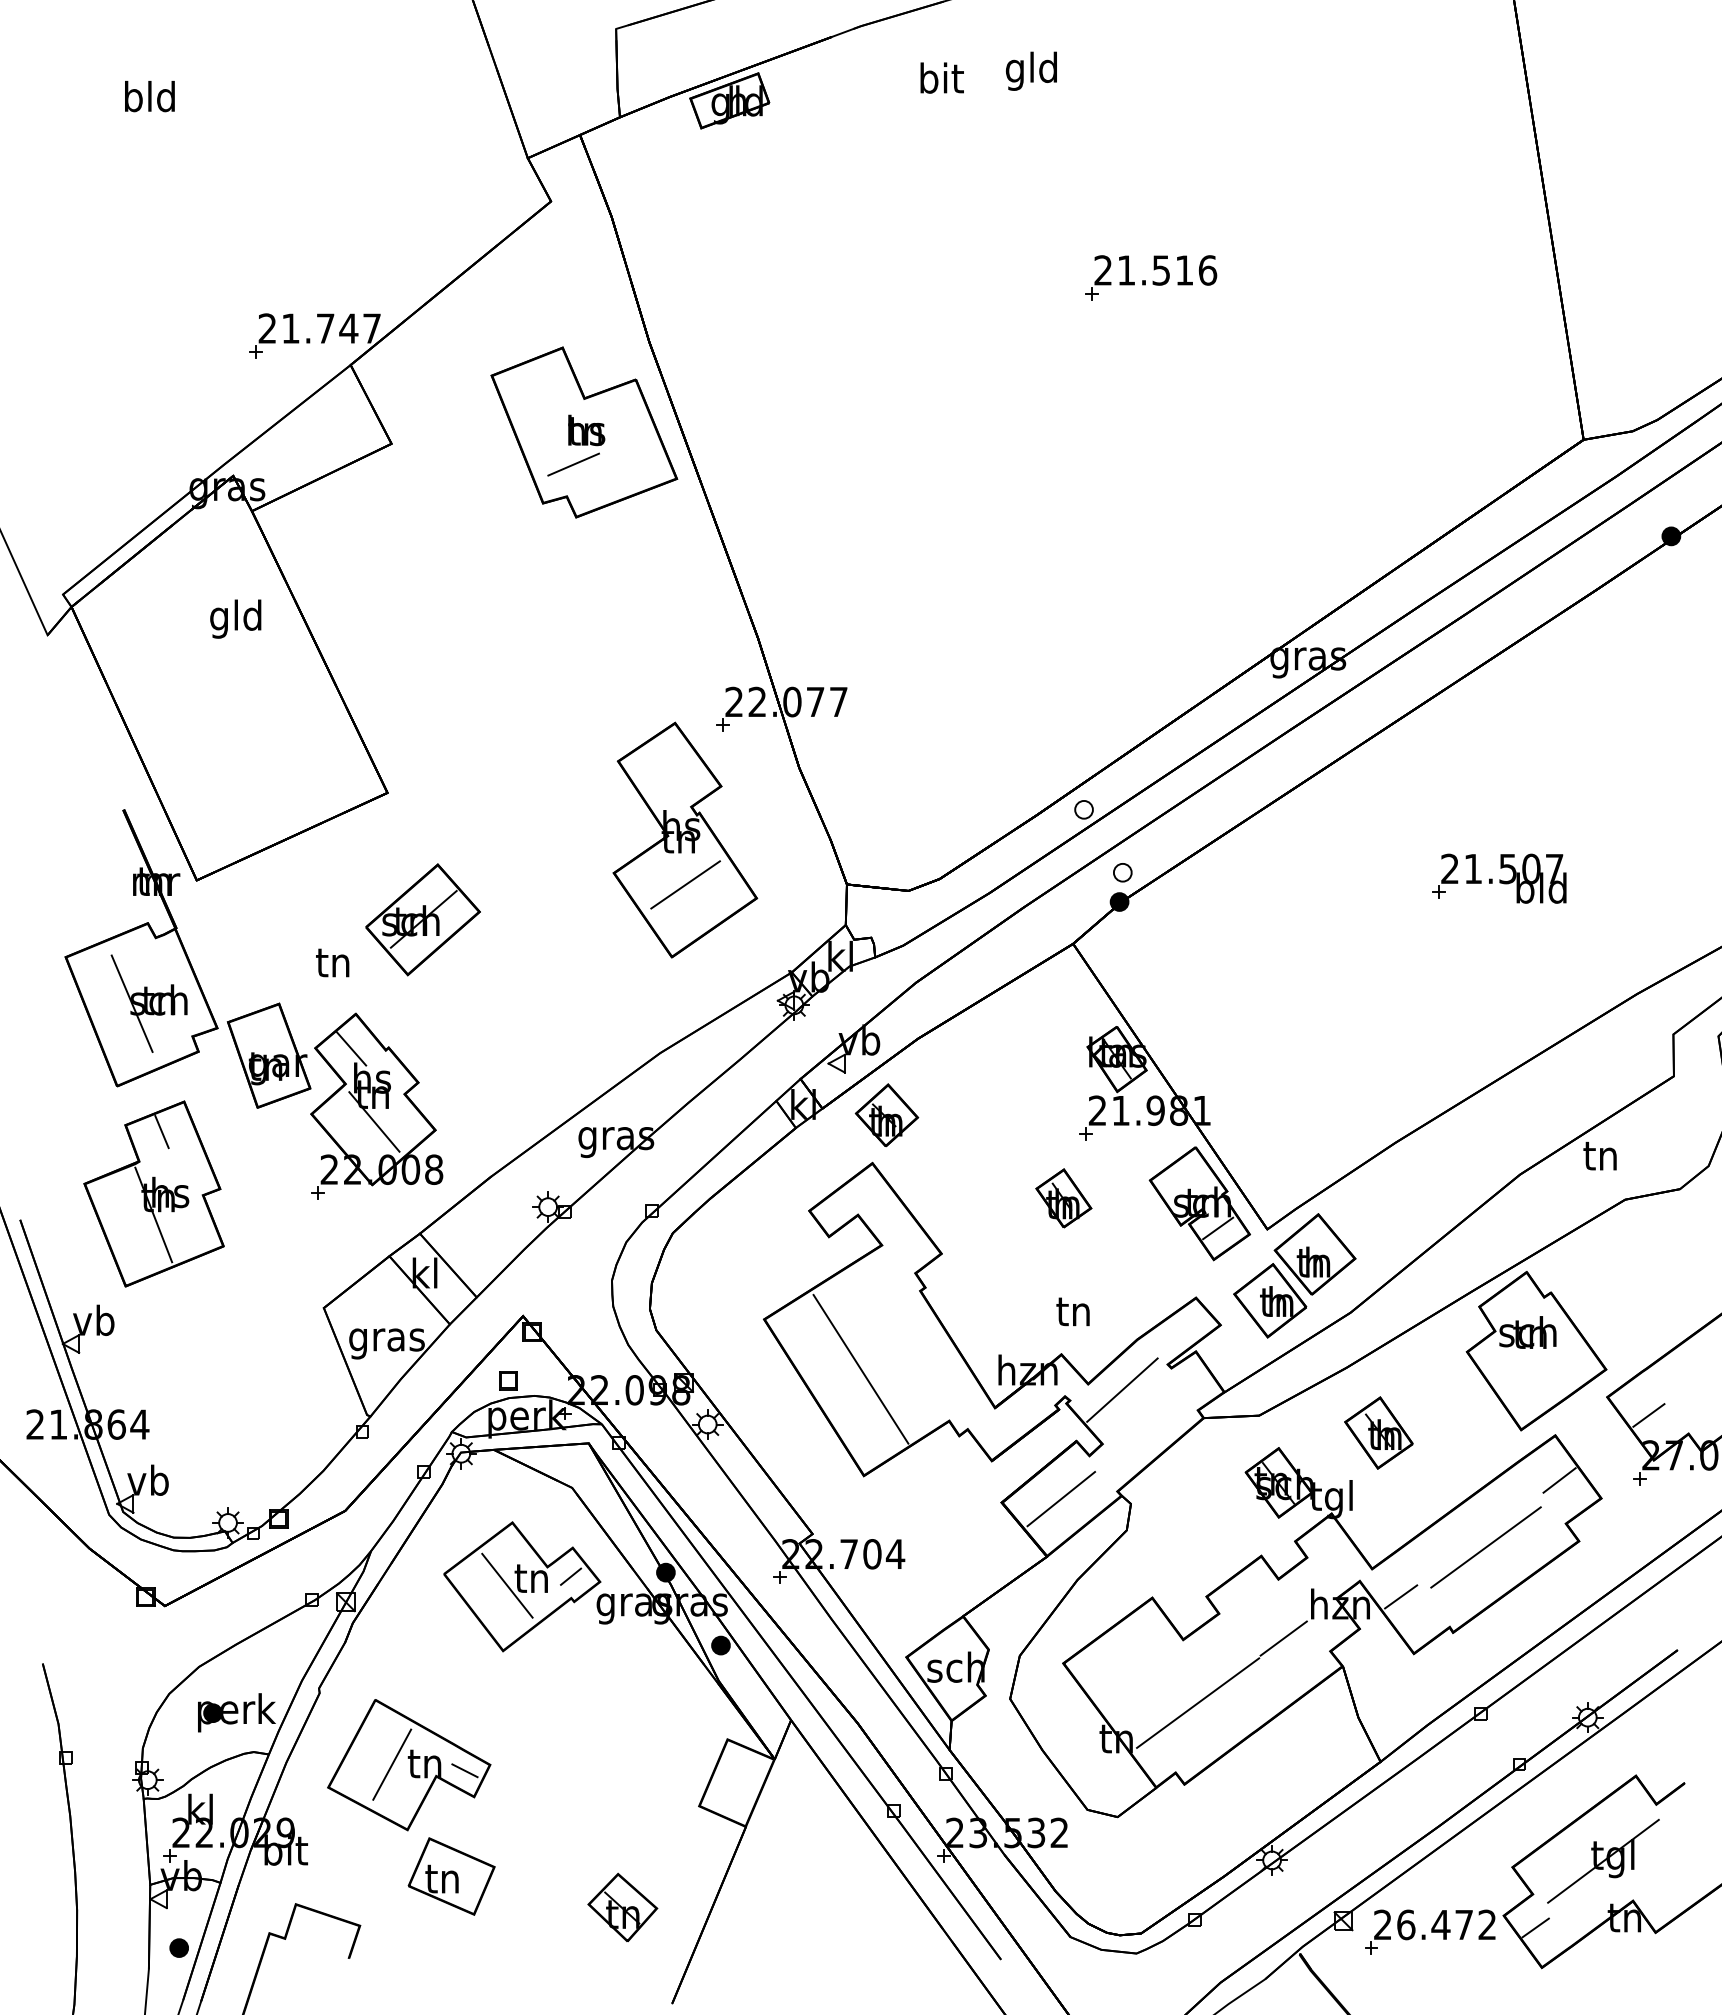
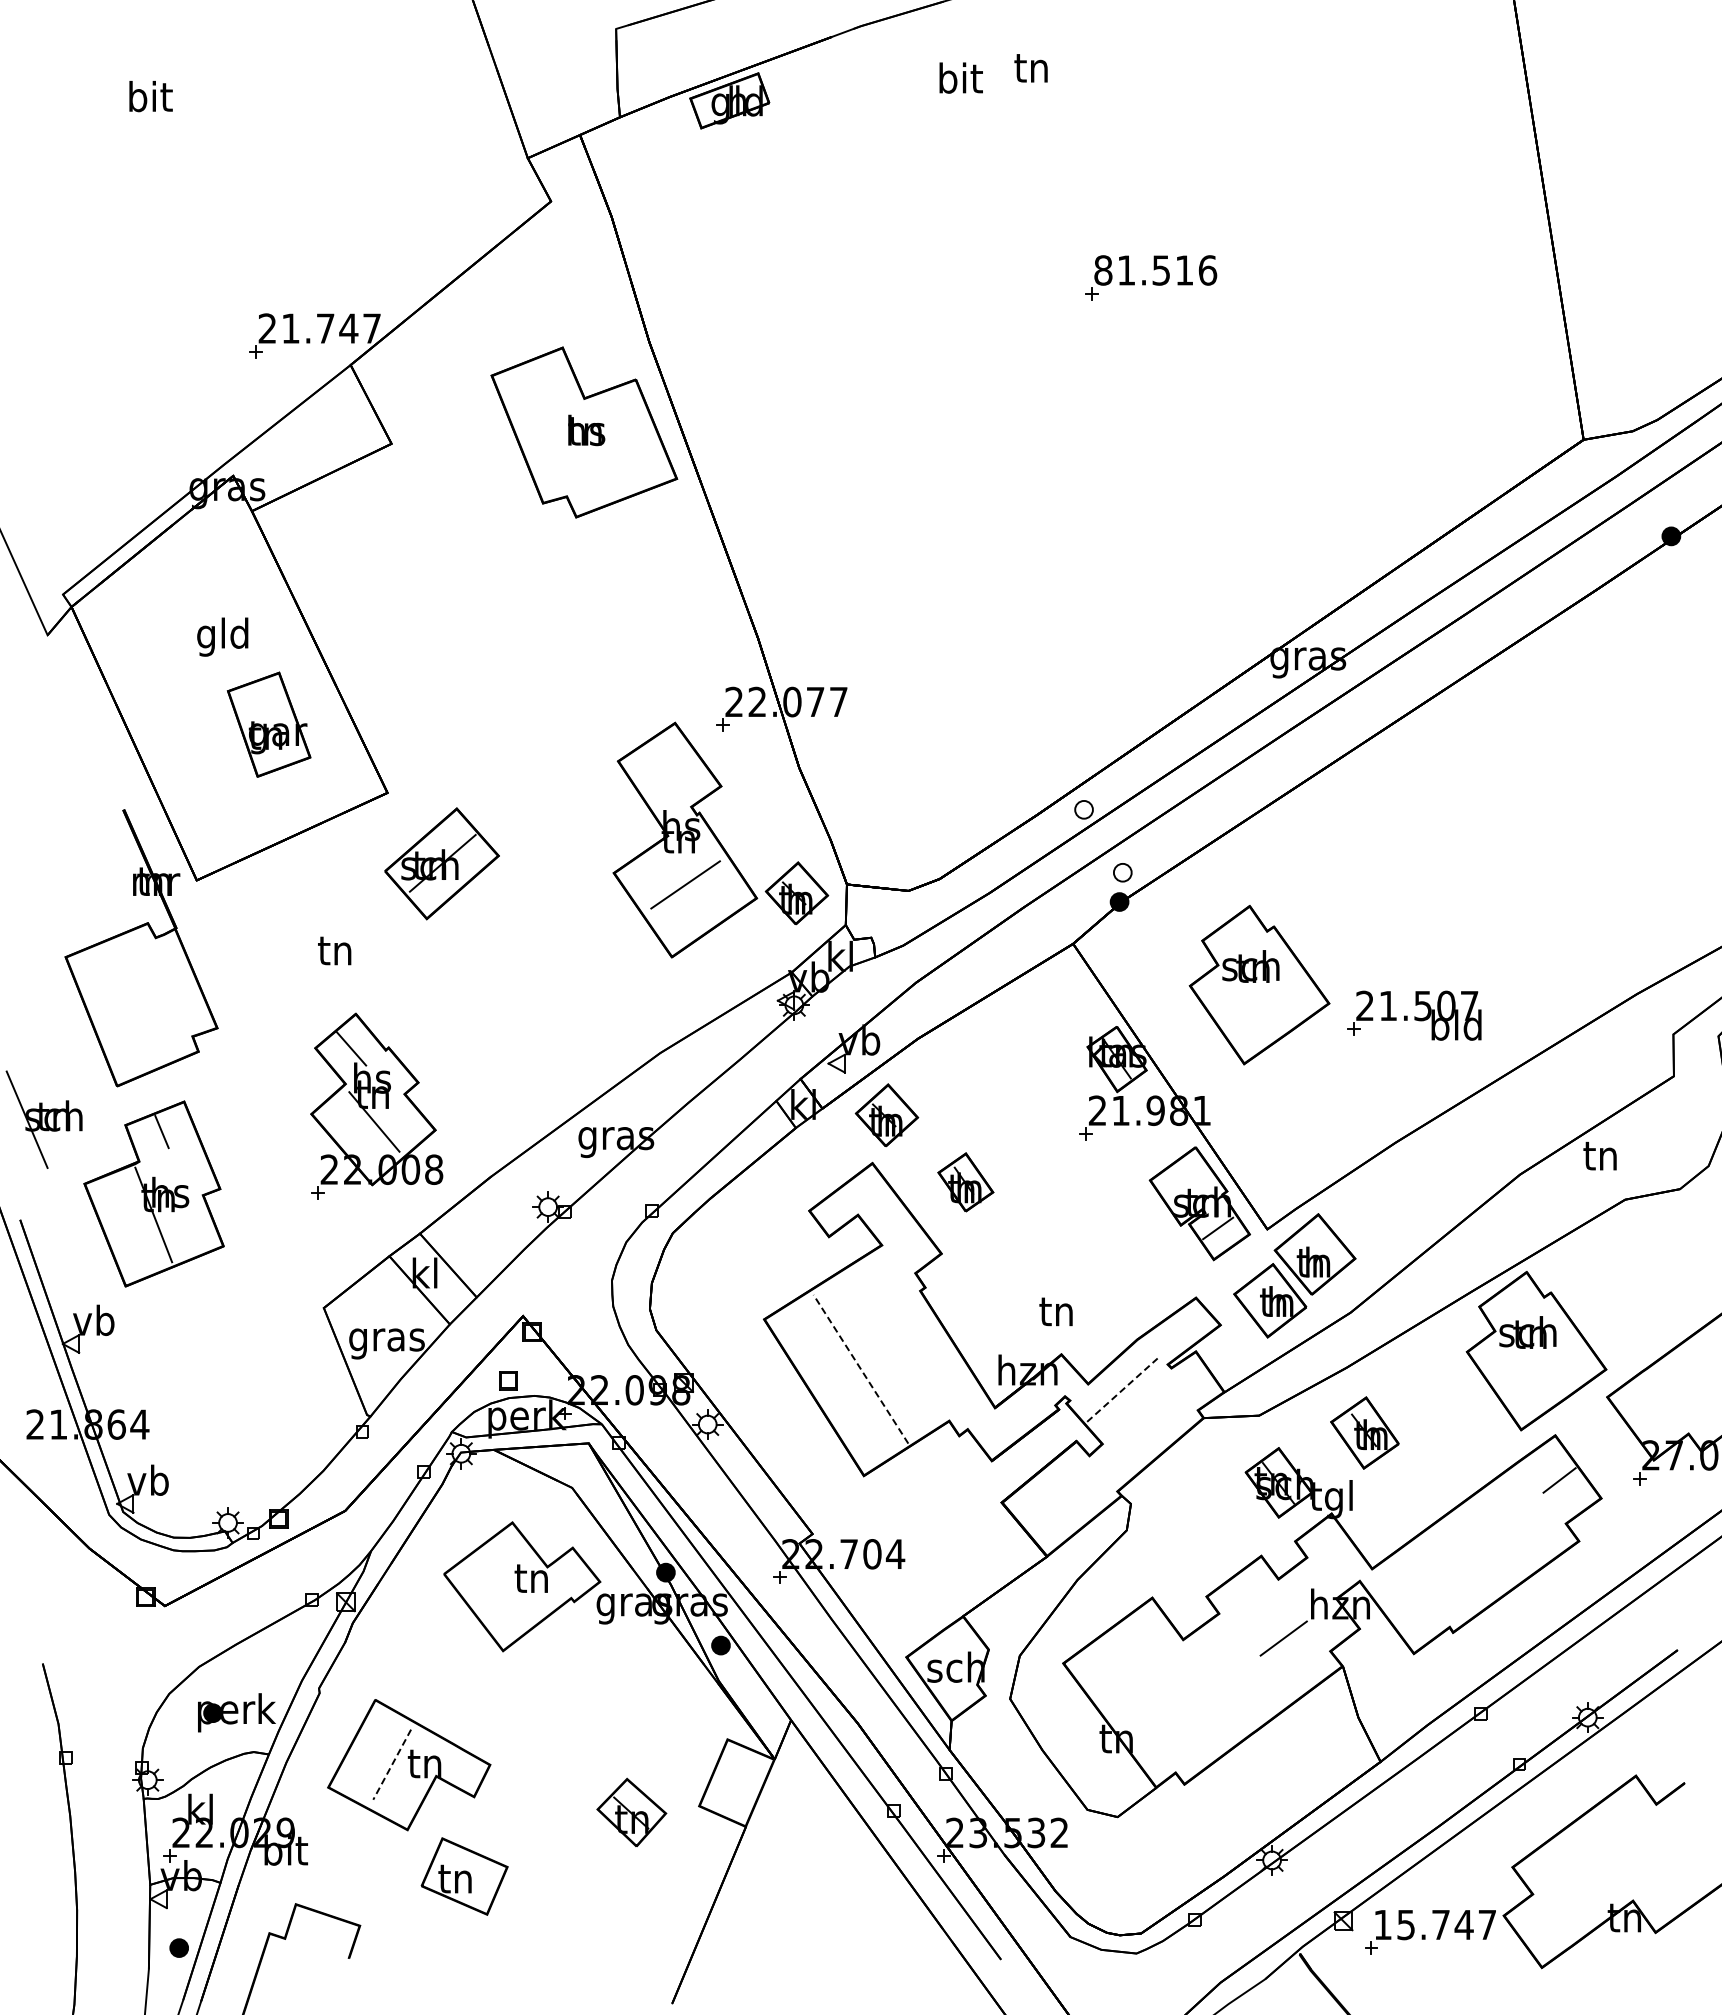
text at (1030, 70): gld -> tn
text at (941, 77) position: (941, 77) -> (960, 77)
text at (149, 96): bld -> bit
text at (1103, 270): 21.516 -> 81.516
line at (573, 464): present -> none
text at (235, 618) position: (235, 618) -> (222, 636)
part at (1499, 878) position: (1499, 878) -> (1414, 1015)
part at (796, 893): none -> present
part at (422, 919) position: (422, 919) -> (441, 863)
text at (332, 962) position: (332, 962) -> (334, 950)
part at (1259, 985): none -> present
part at (148, 1003) position: (148, 1003) -> (43, 1119)
part at (268, 1055) position: (268, 1055) -> (268, 724)
part at (1063, 1198) position: (1063, 1198) -> (965, 1182)
text at (1072, 1311) position: (1072, 1311) -> (1055, 1311)
line at (860, 1368): solid -> dashed
line at (1122, 1389): solid -> dashed
line at (1648, 1415): present -> none
part at (1378, 1432) position: (1378, 1432) -> (1364, 1432)
line at (1061, 1498): present -> none
line at (1485, 1547): present -> none
line at (571, 1576): present -> none
line at (507, 1585): present -> none
line at (1401, 1596): present -> none
line at (1198, 1702): present -> none
line at (392, 1764): solid -> dashed
line at (464, 1770): present -> none
part at (1603, 1861): present -> none
part at (451, 1876) position: (451, 1876) -> (464, 1876)
part at (622, 1907) position: (622, 1907) -> (631, 1812)
text at (1434, 1924): 26.472 -> 15.747
line at (1535, 1927): present -> none
